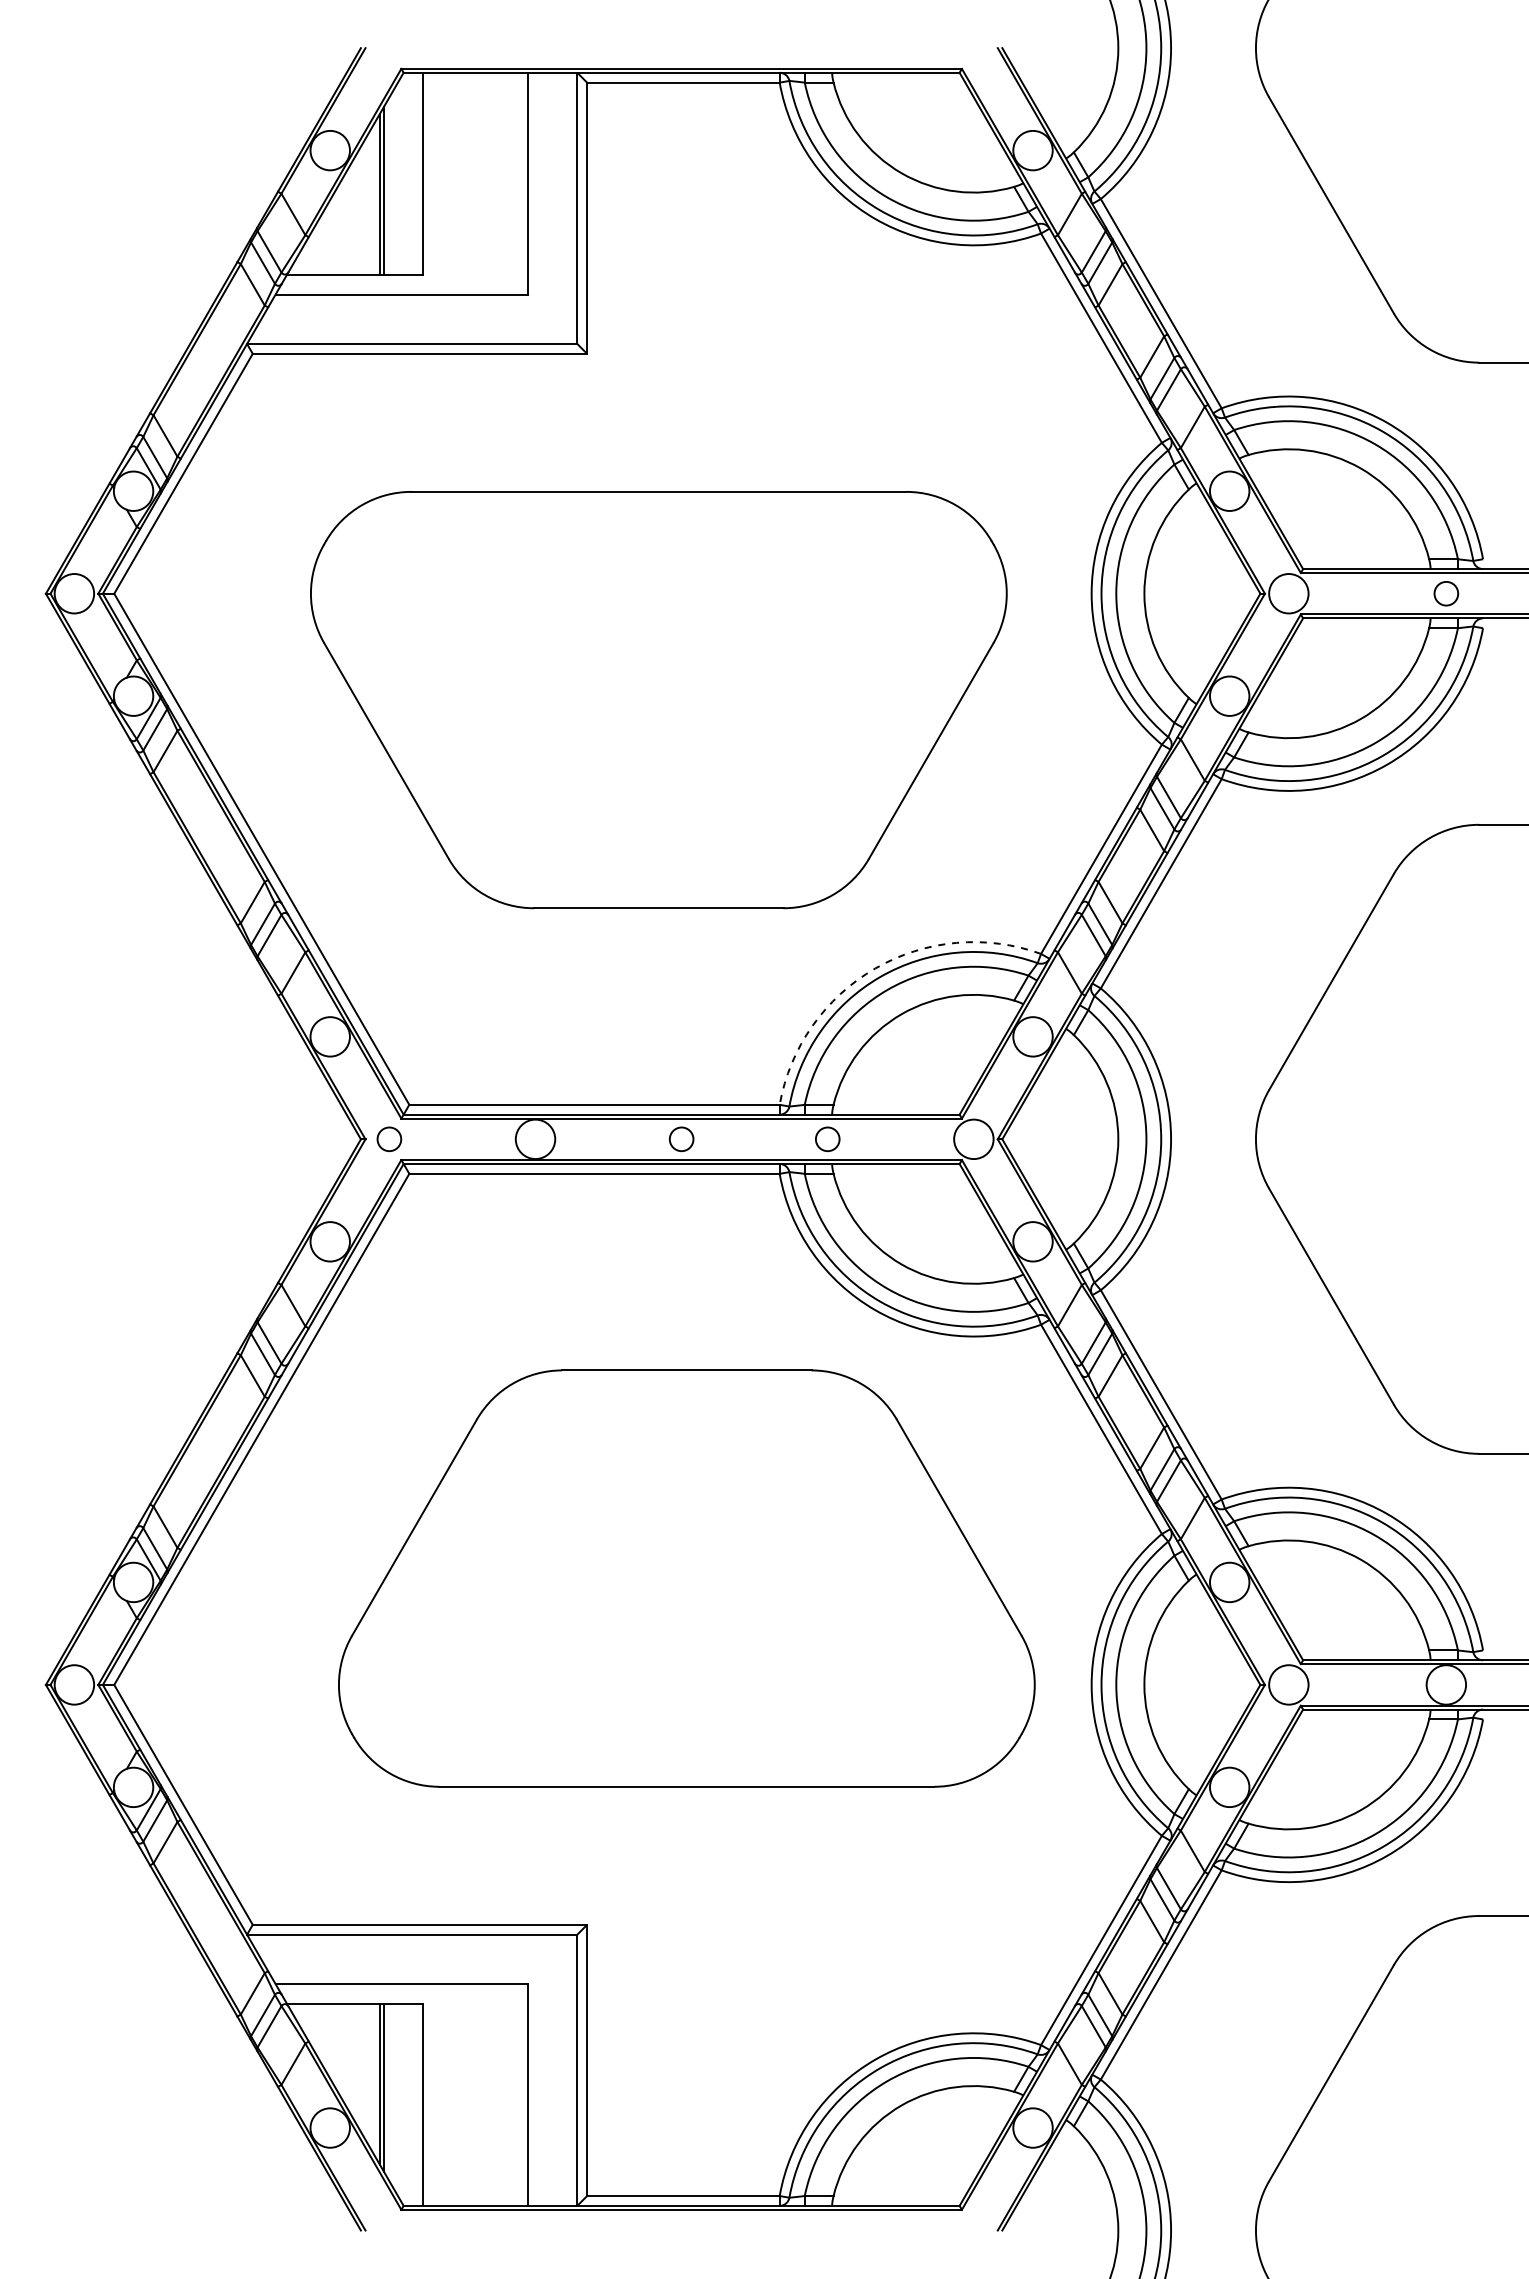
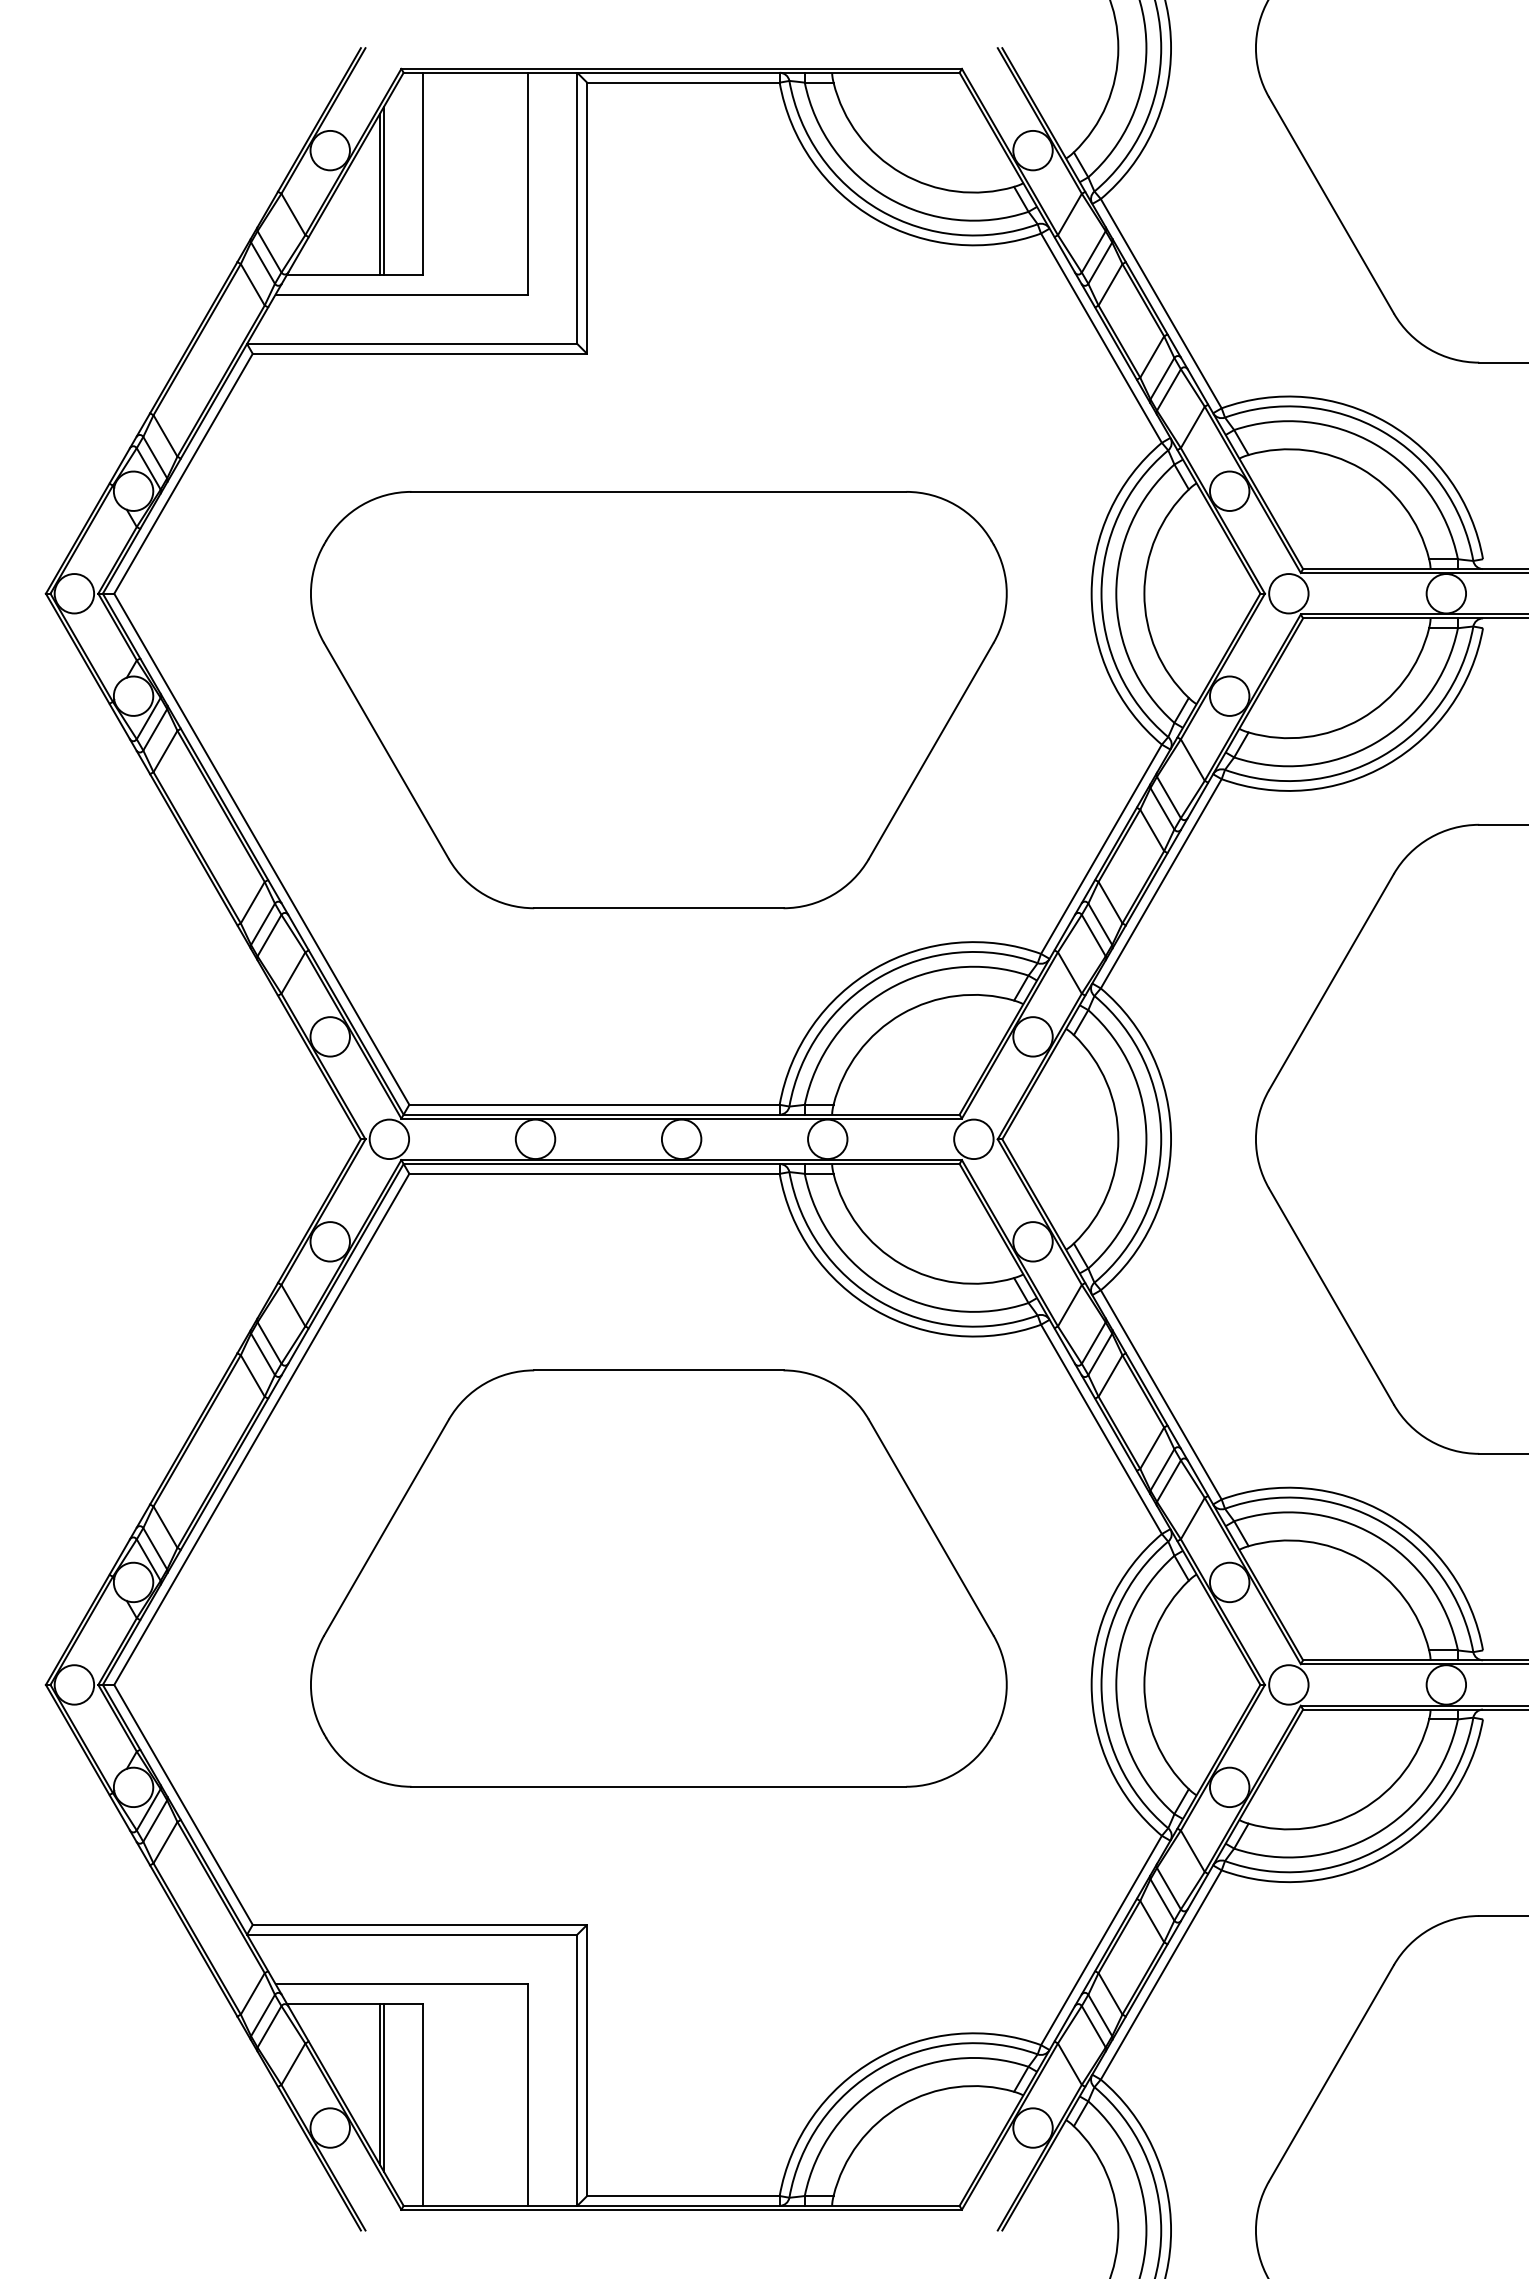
circle at (1446, 593) diameter: 24 px -> 39 px
arc at (875, 968): dashed -> solid
circle at (389, 1139) diameter: 24 px -> 39 px
circle at (681, 1139) diameter: 24 px -> 39 px
circle at (827, 1139) diameter: 24 px -> 39 px
part at (686, 1578) position: (686, 1578) -> (658, 1578)
